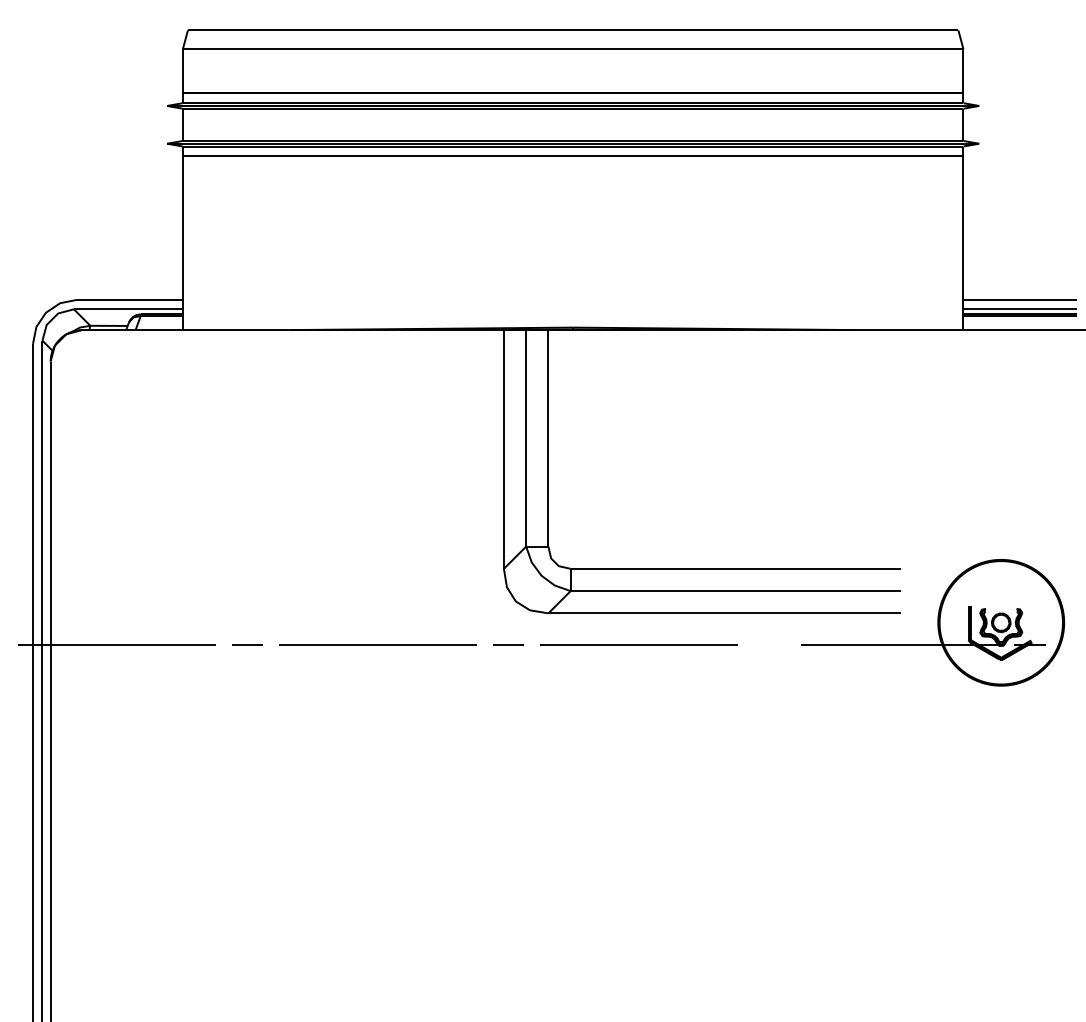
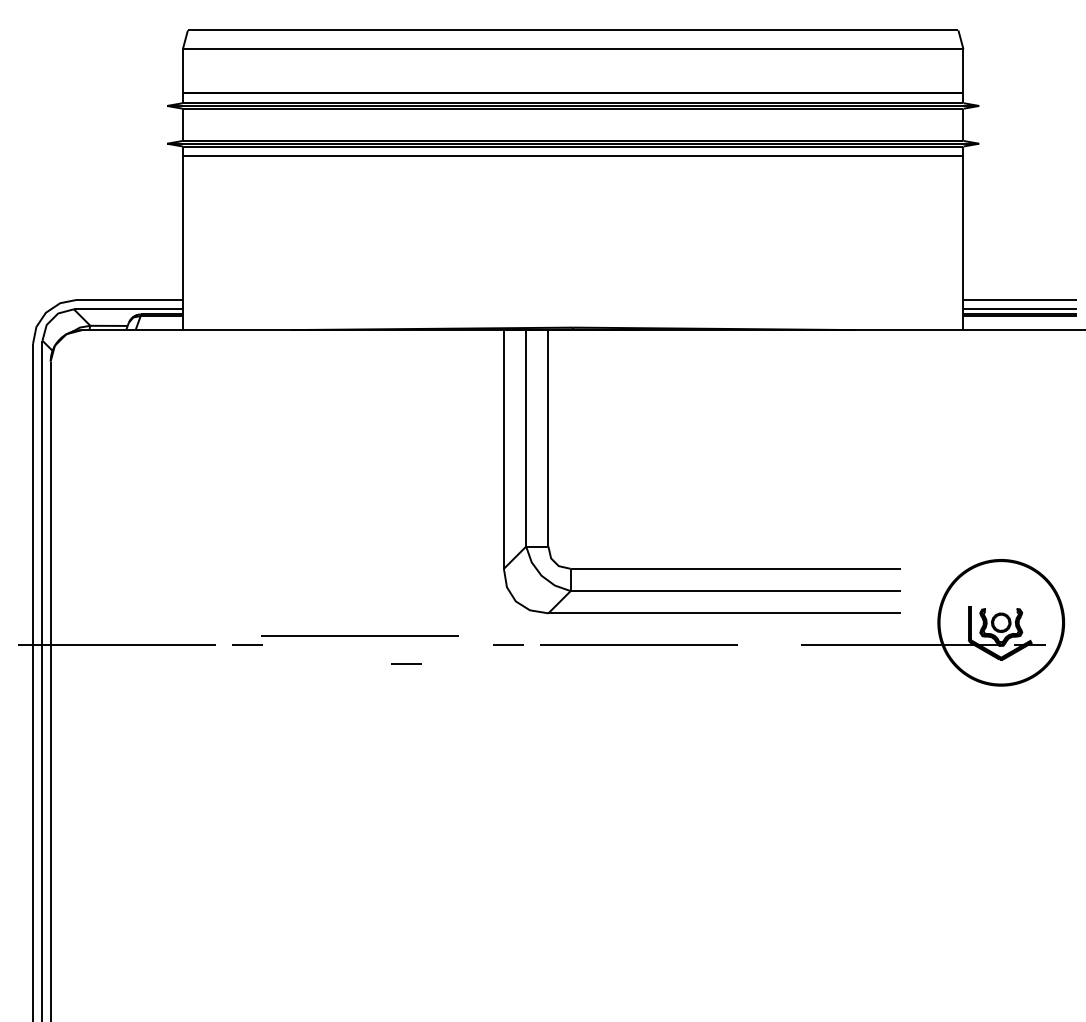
line at (377, 644) position: (377, 644) -> (359, 635)
line at (406, 663): none -> present
